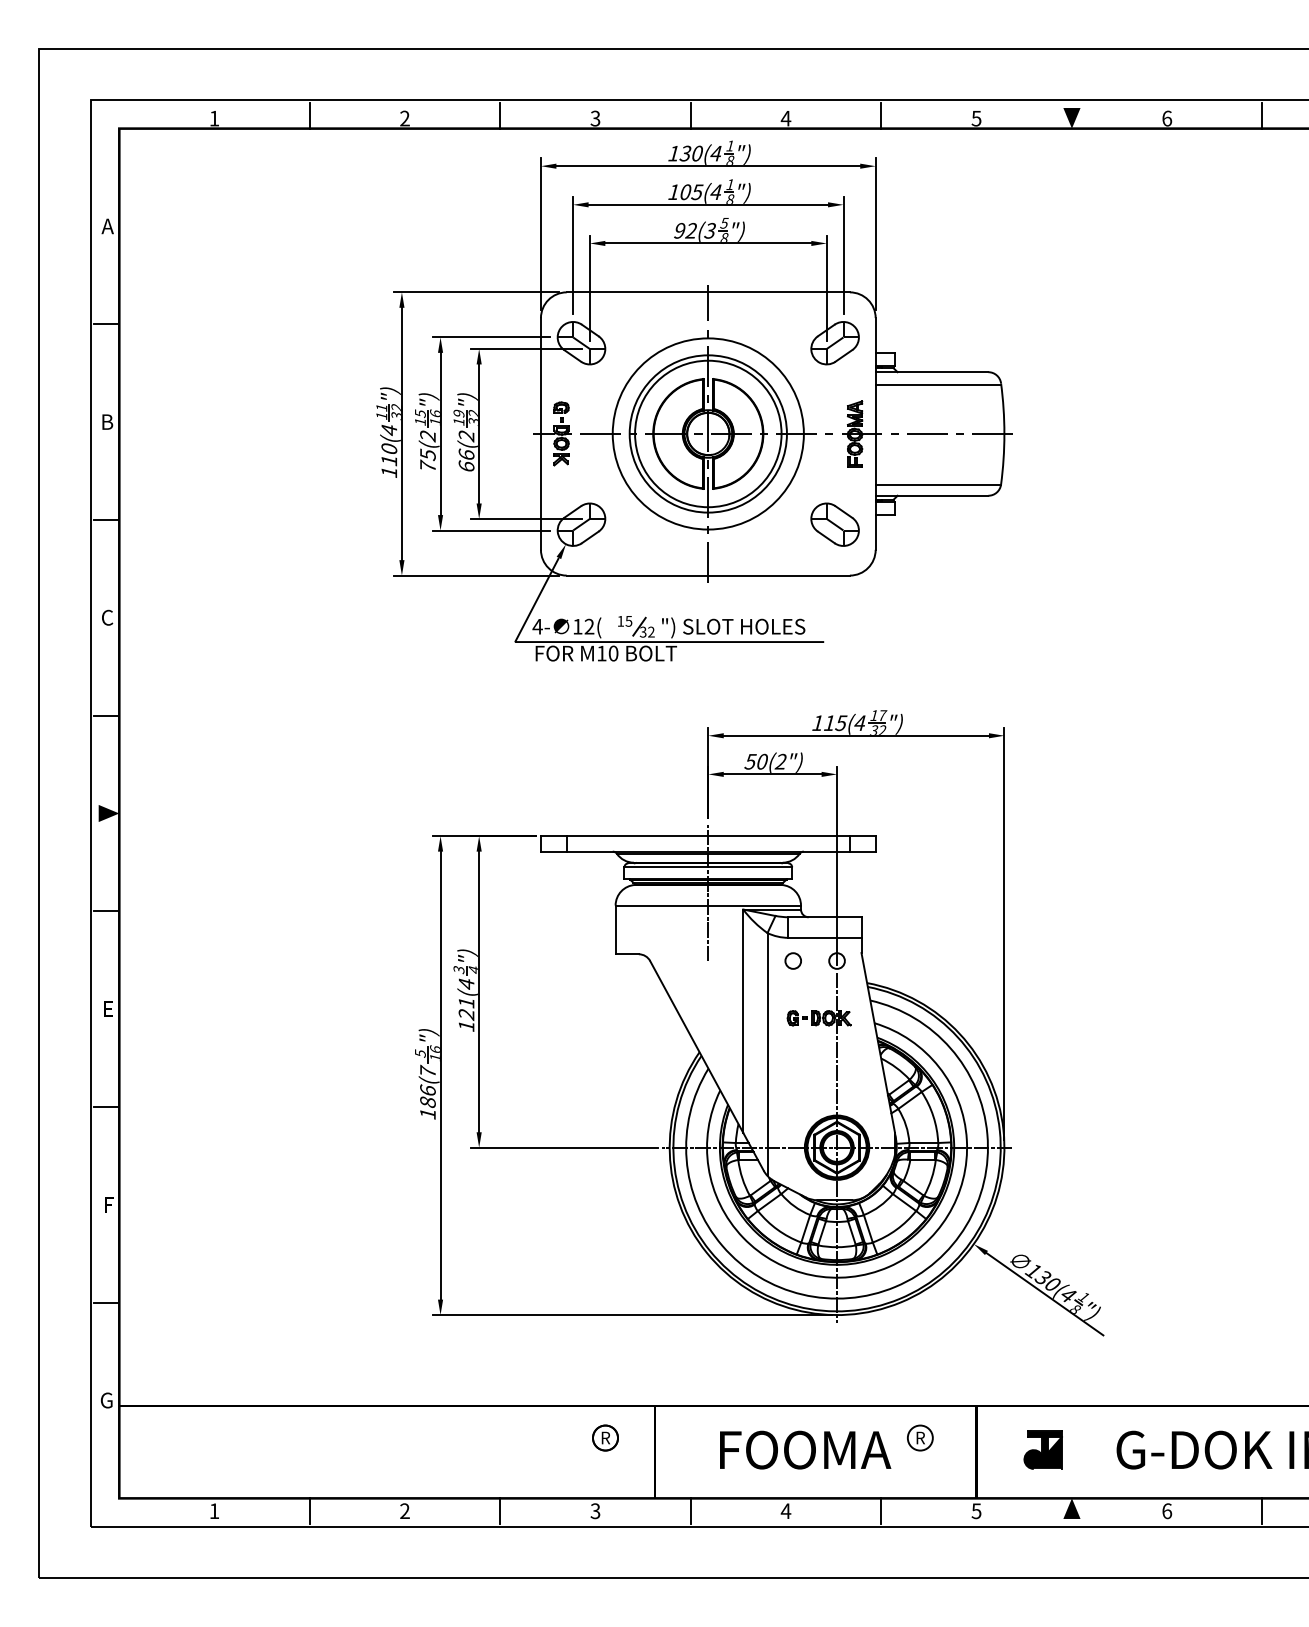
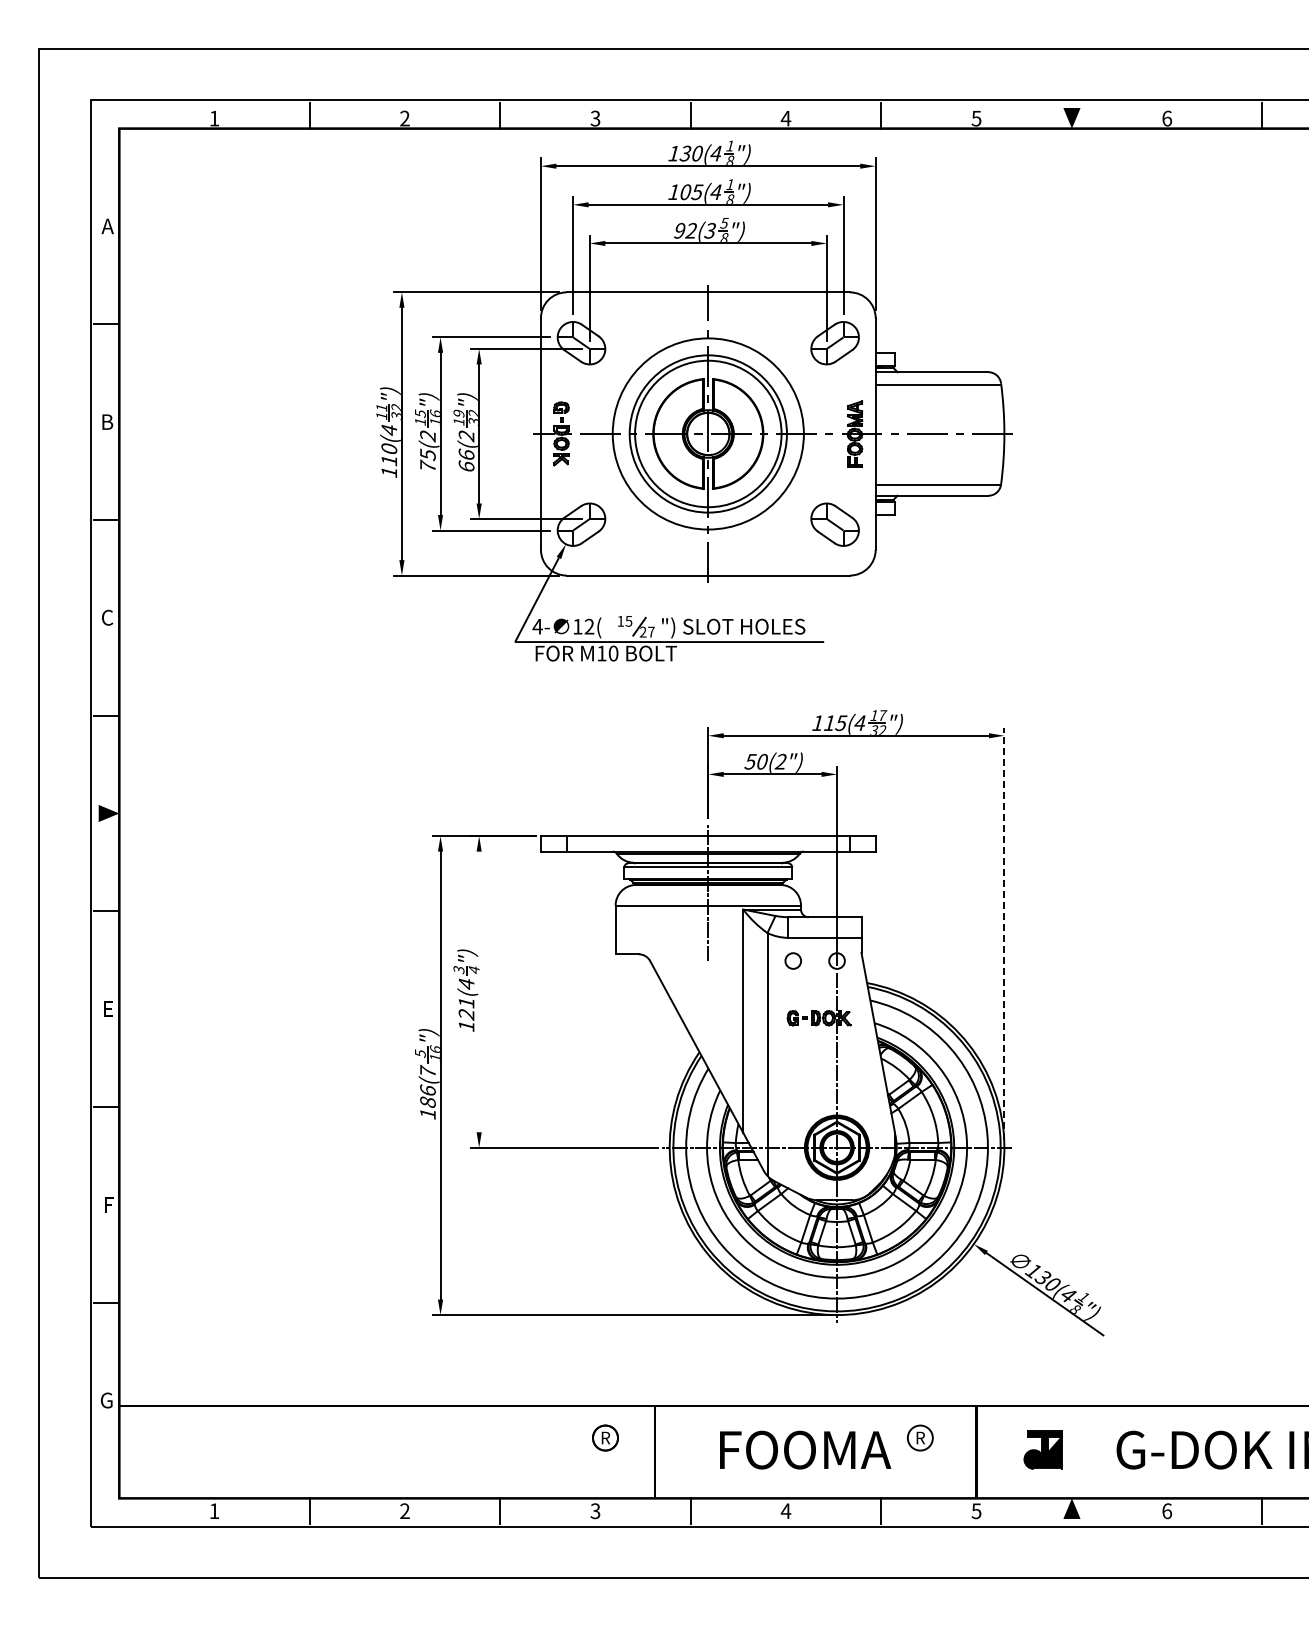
text at (646, 631): 32 -> 27
line at (1004, 934): solid -> dashed
line at (479, 991): present -> none
